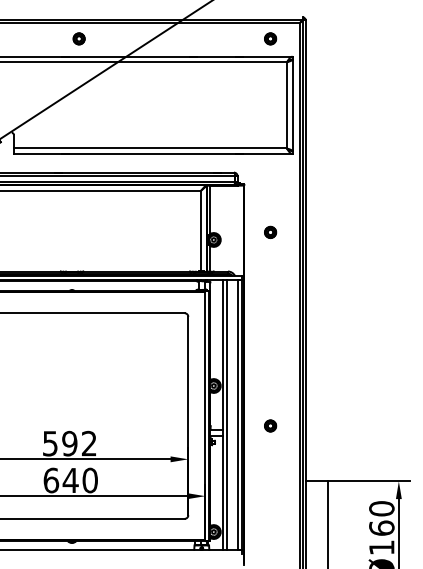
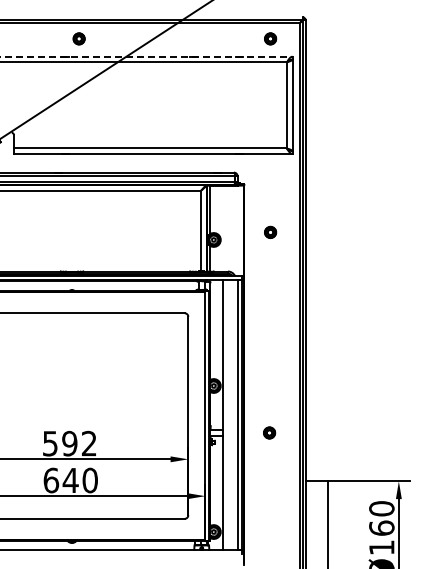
line at (146, 56): solid -> dashed
line at (226, 414): present -> none
part at (270, 425) position: (270, 425) -> (269, 432)
